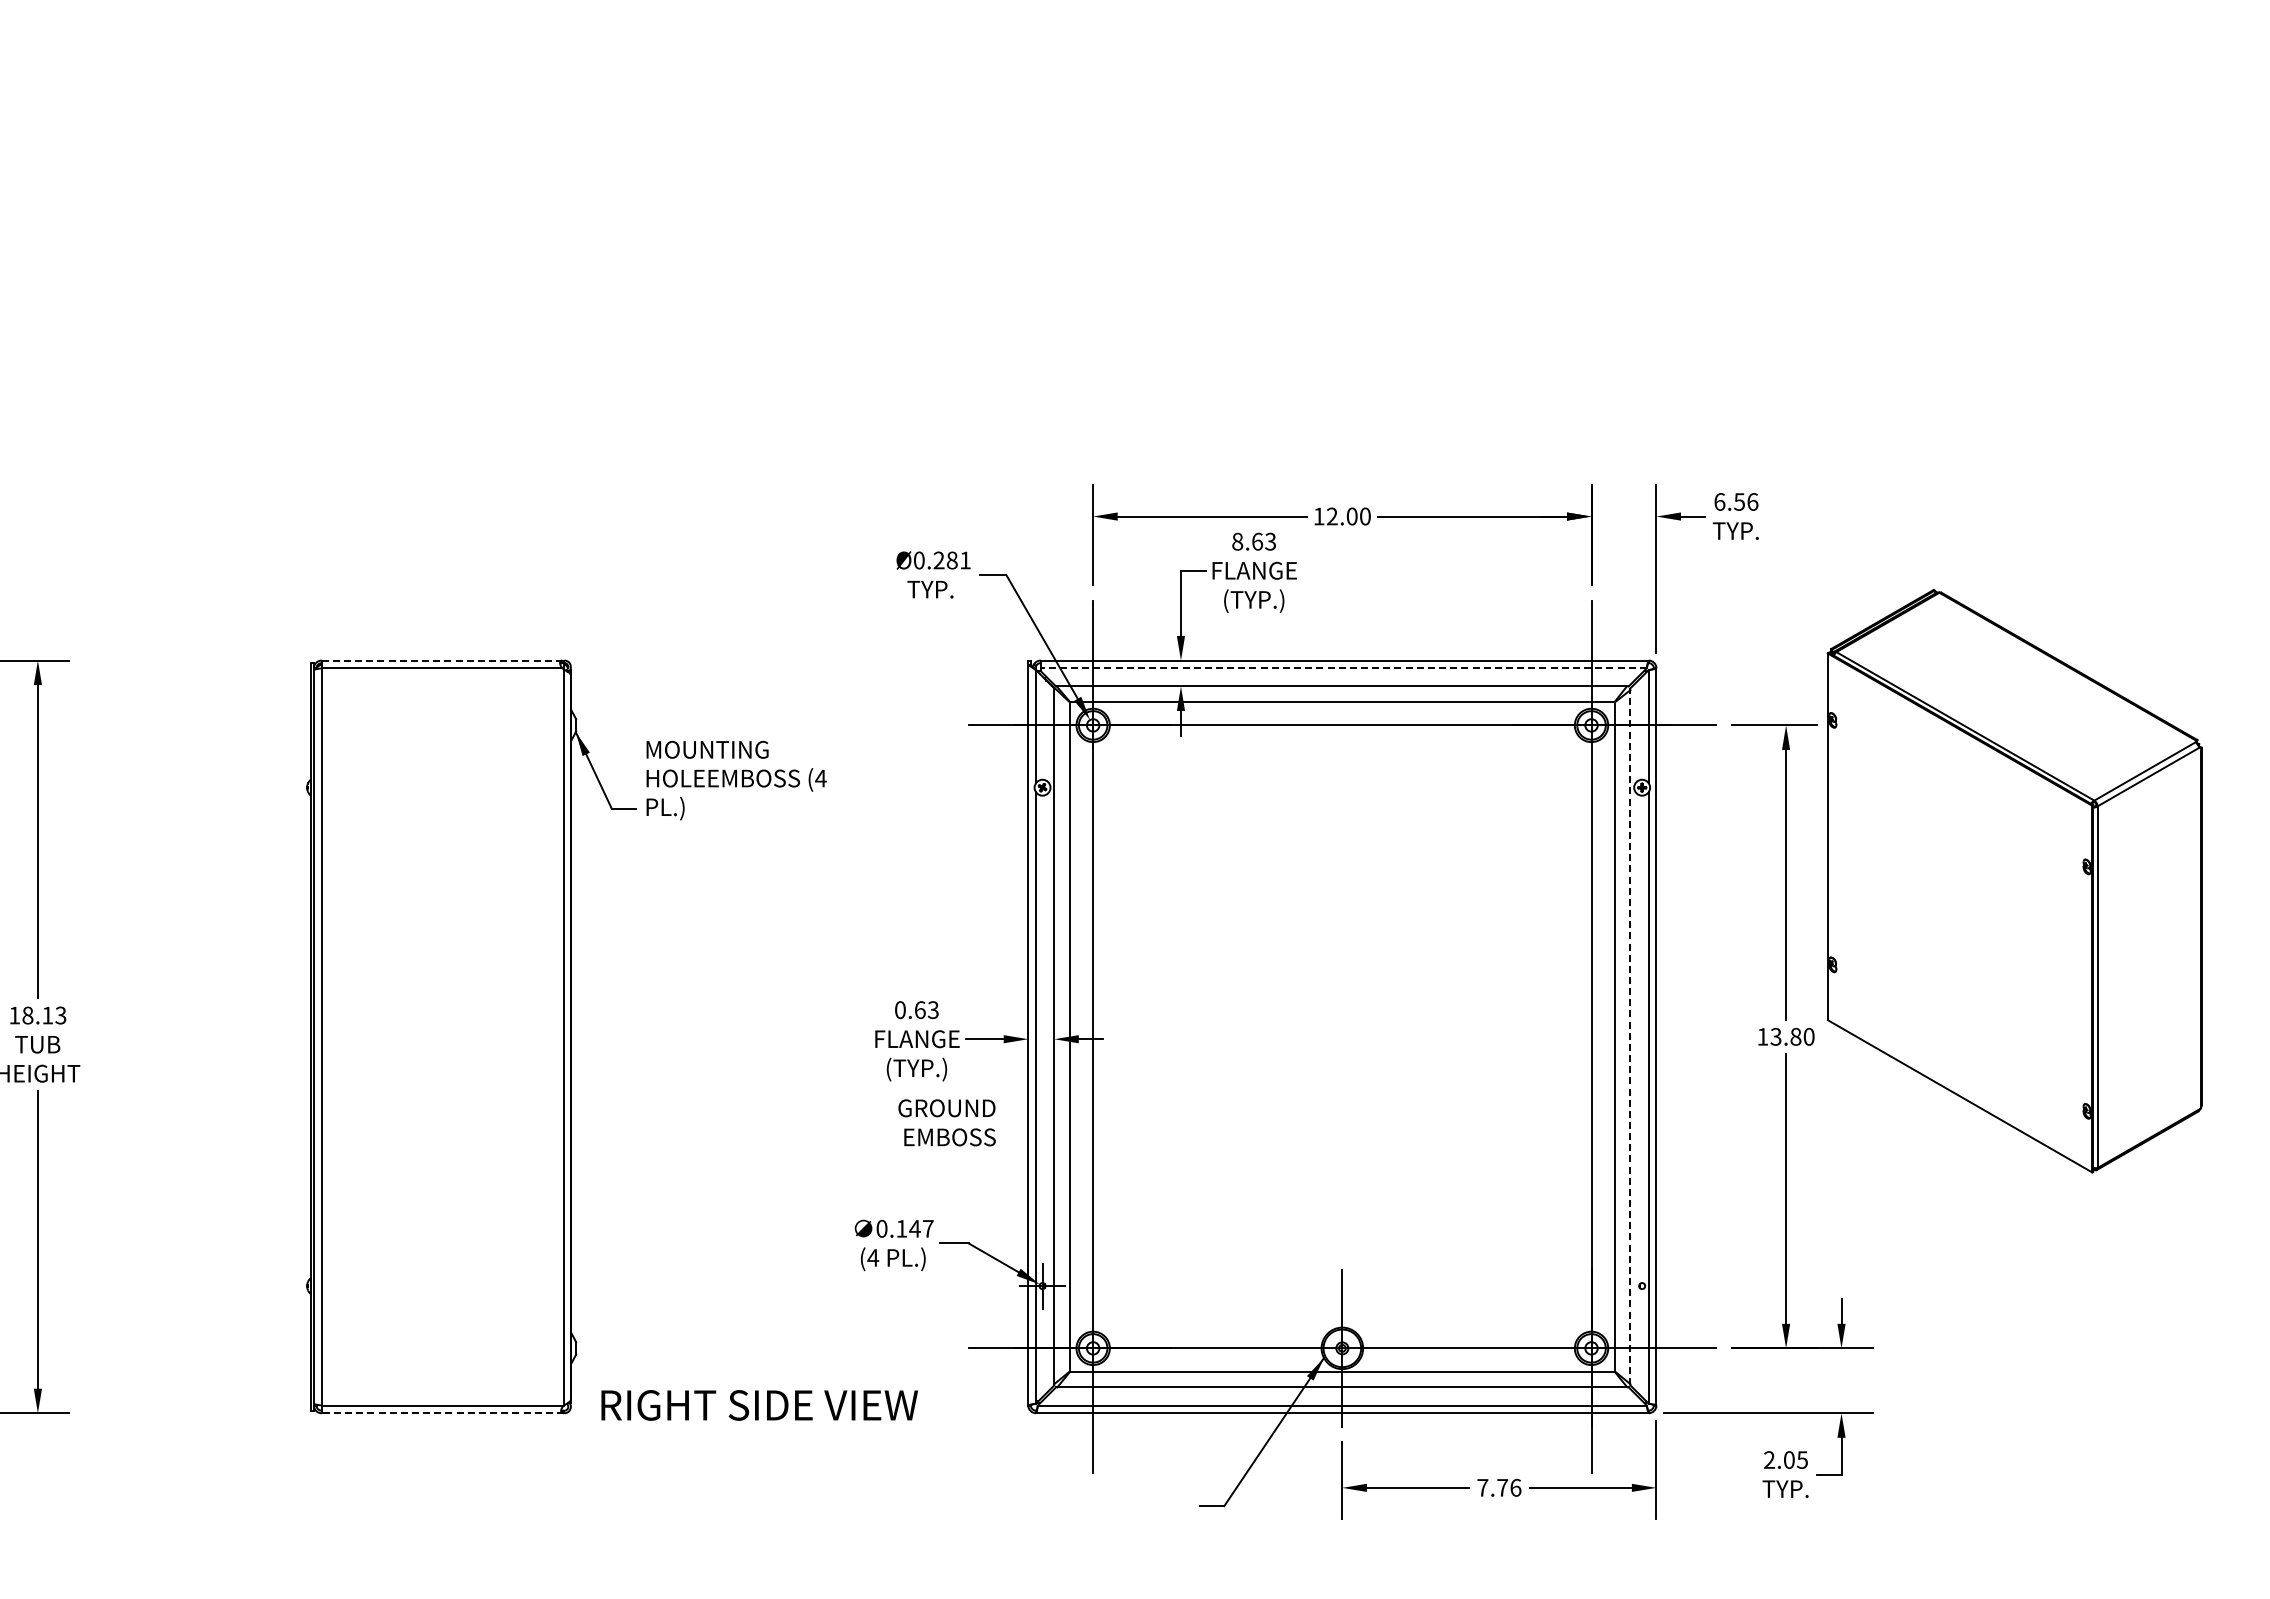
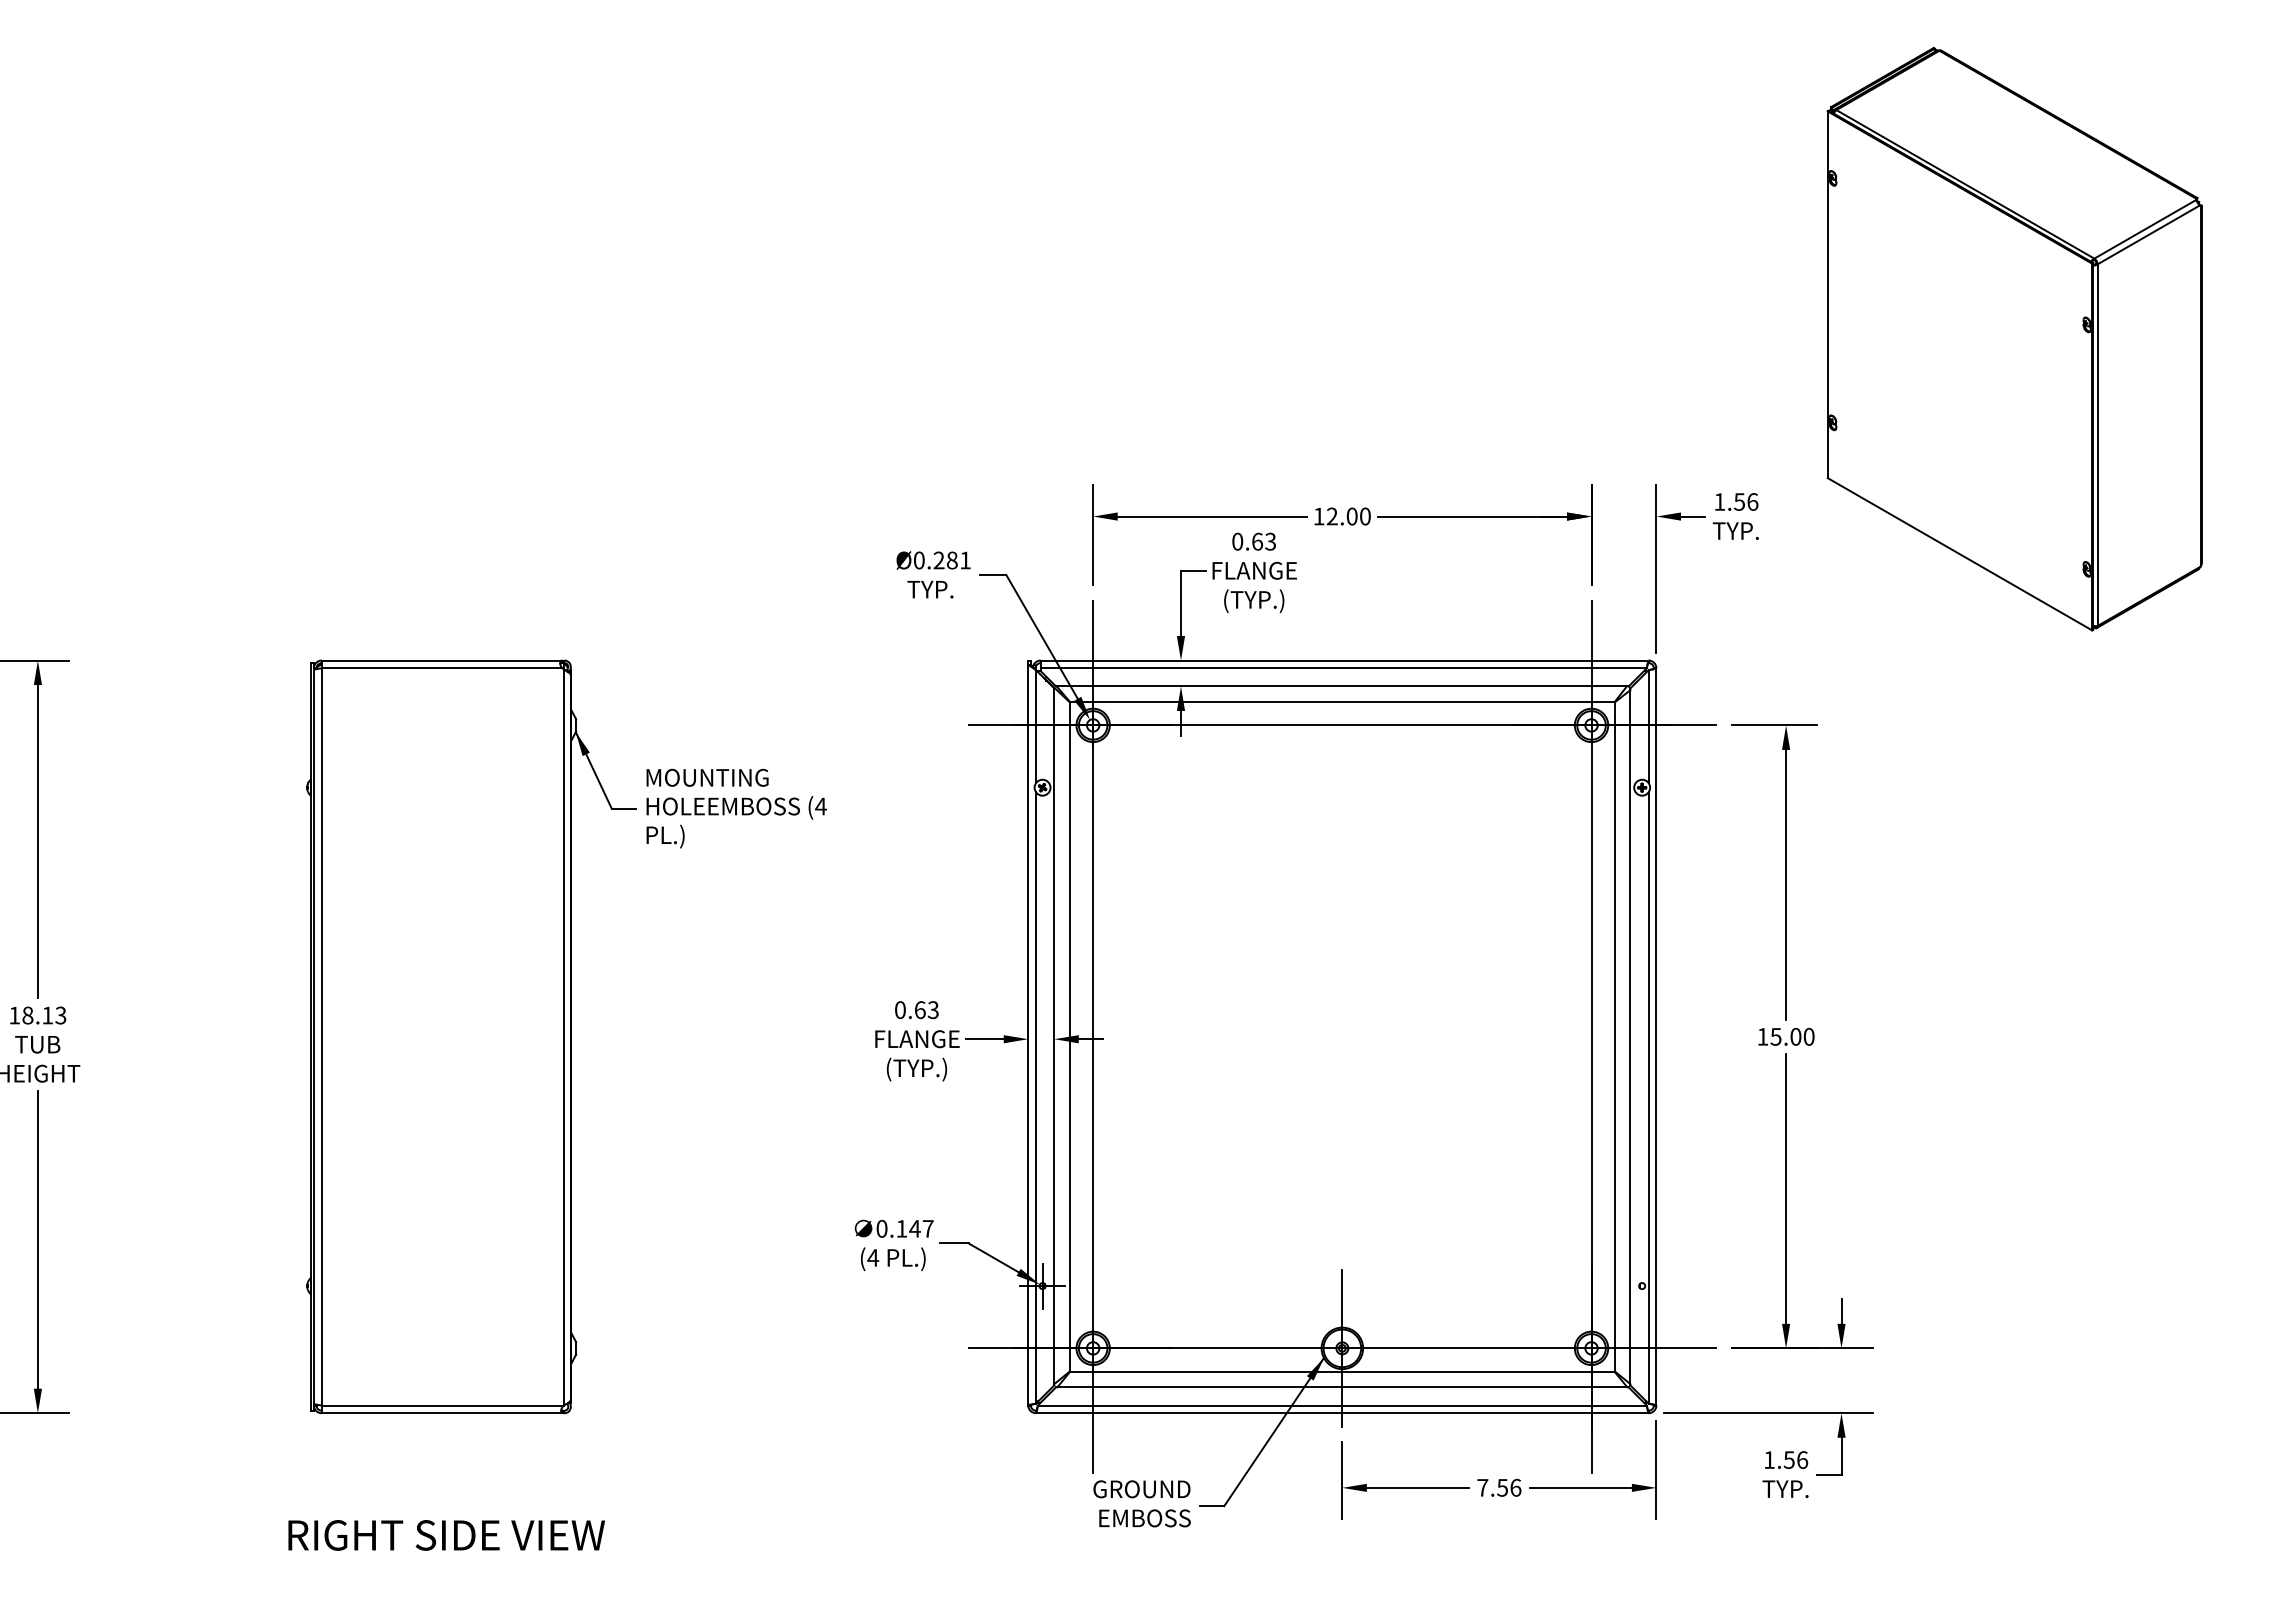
text at (1719, 501): 6.56 -> 1.56
text at (1237, 541): 8.63 -> 0.63
line at (442, 660): dashed -> solid
line at (1343, 668): dashed -> solid
text at (736, 780) position: (736, 780) -> (736, 808)
part at (2014, 880) position: (2014, 880) -> (2014, 338)
line at (1630, 1036): dashed -> solid
text at (1786, 1036): 13.80 -> 15.00
text at (946, 1122) position: (946, 1122) -> (1141, 1503)
text at (759, 1405) position: (759, 1405) -> (446, 1535)
line at (442, 1413): dashed -> solid
text at (1786, 1459): 2.05 -> 1.56
text at (1502, 1487): 7.76 -> 7.56
